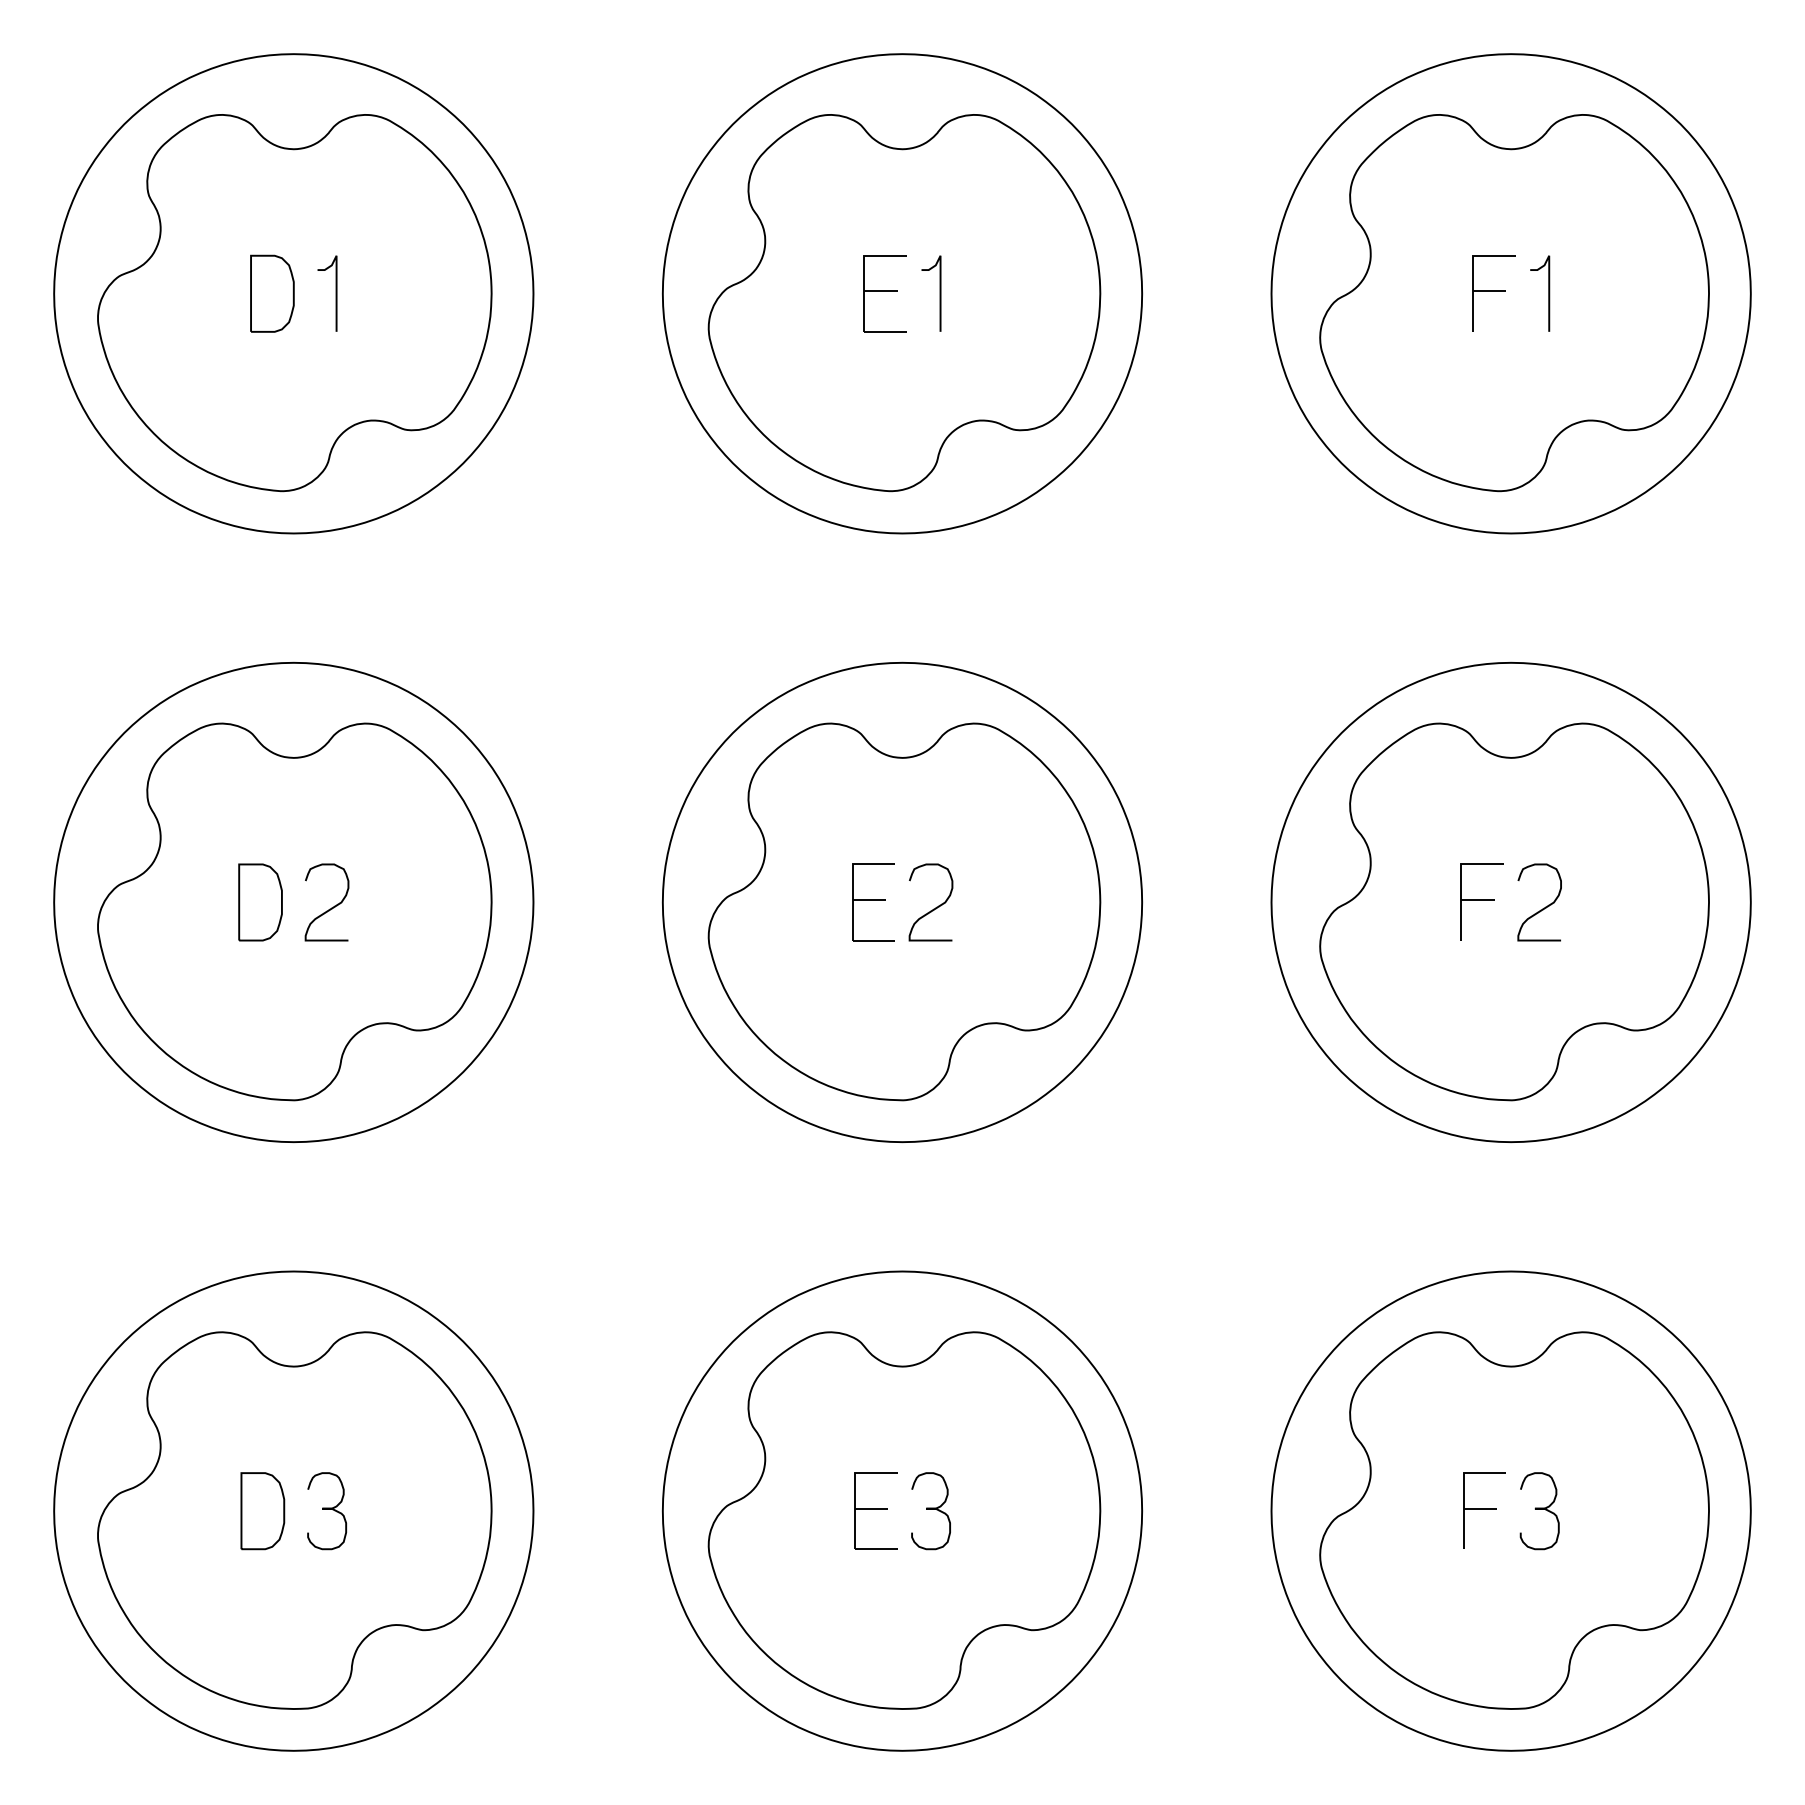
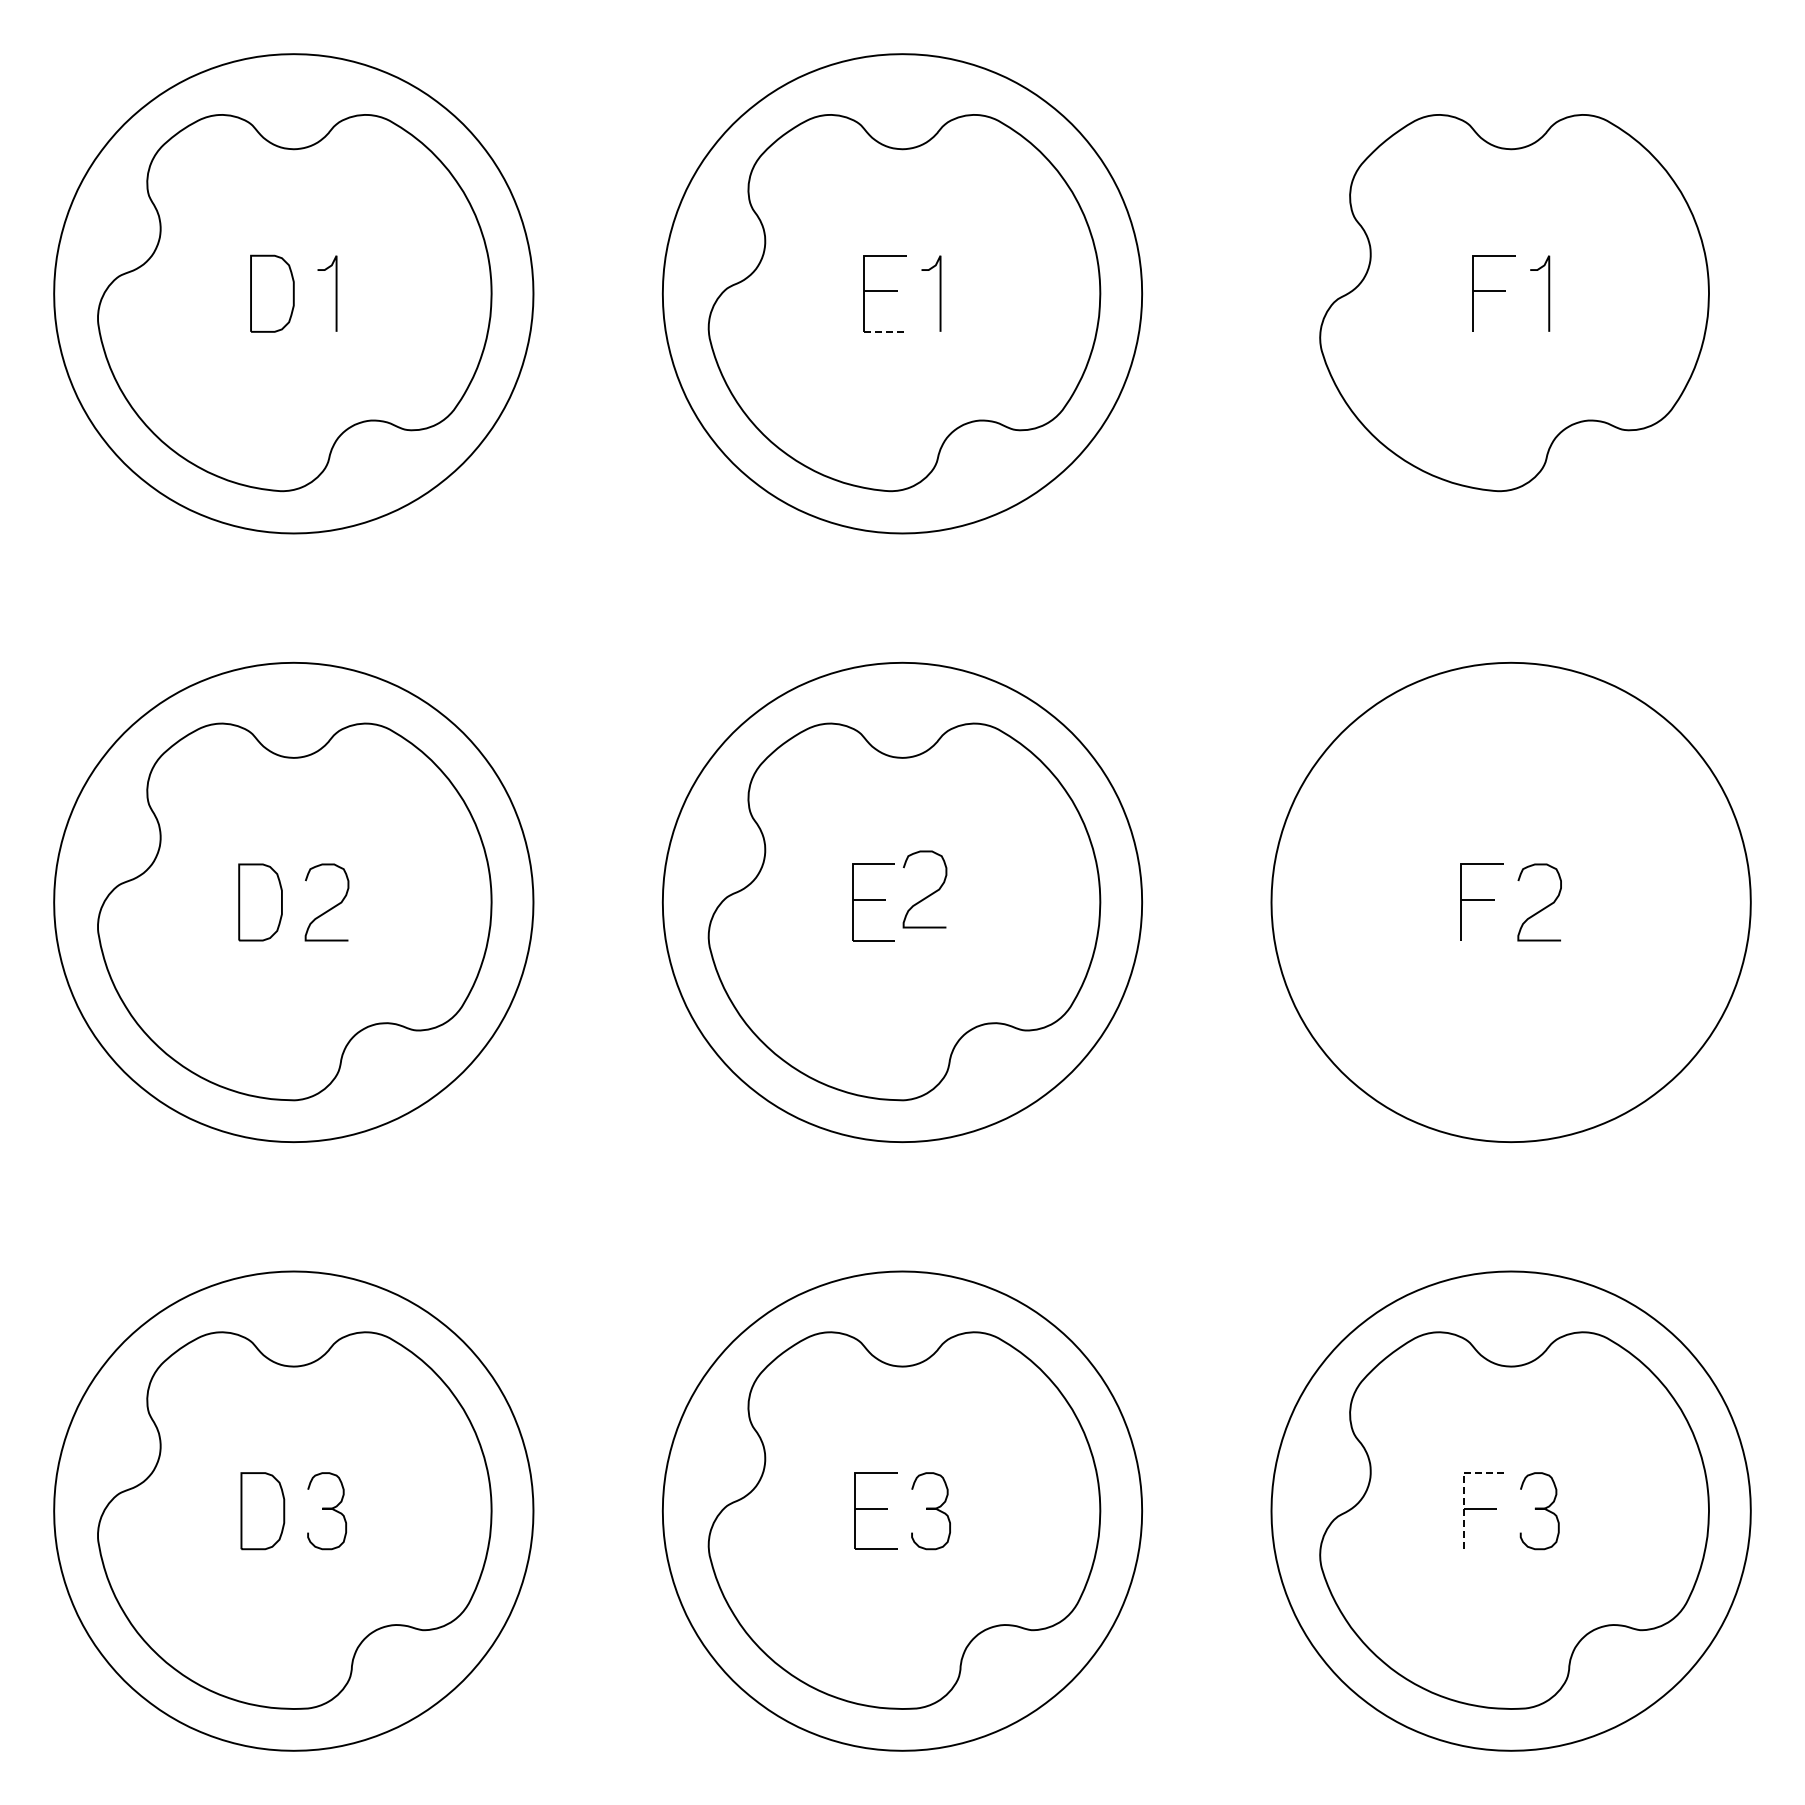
part at (1510, 293): present -> none
line at (886, 331): solid -> dashed
curve at (933, 908) position: (933, 908) -> (927, 895)
part at (1514, 911): present -> none
line at (1463, 1488): solid -> dashed
